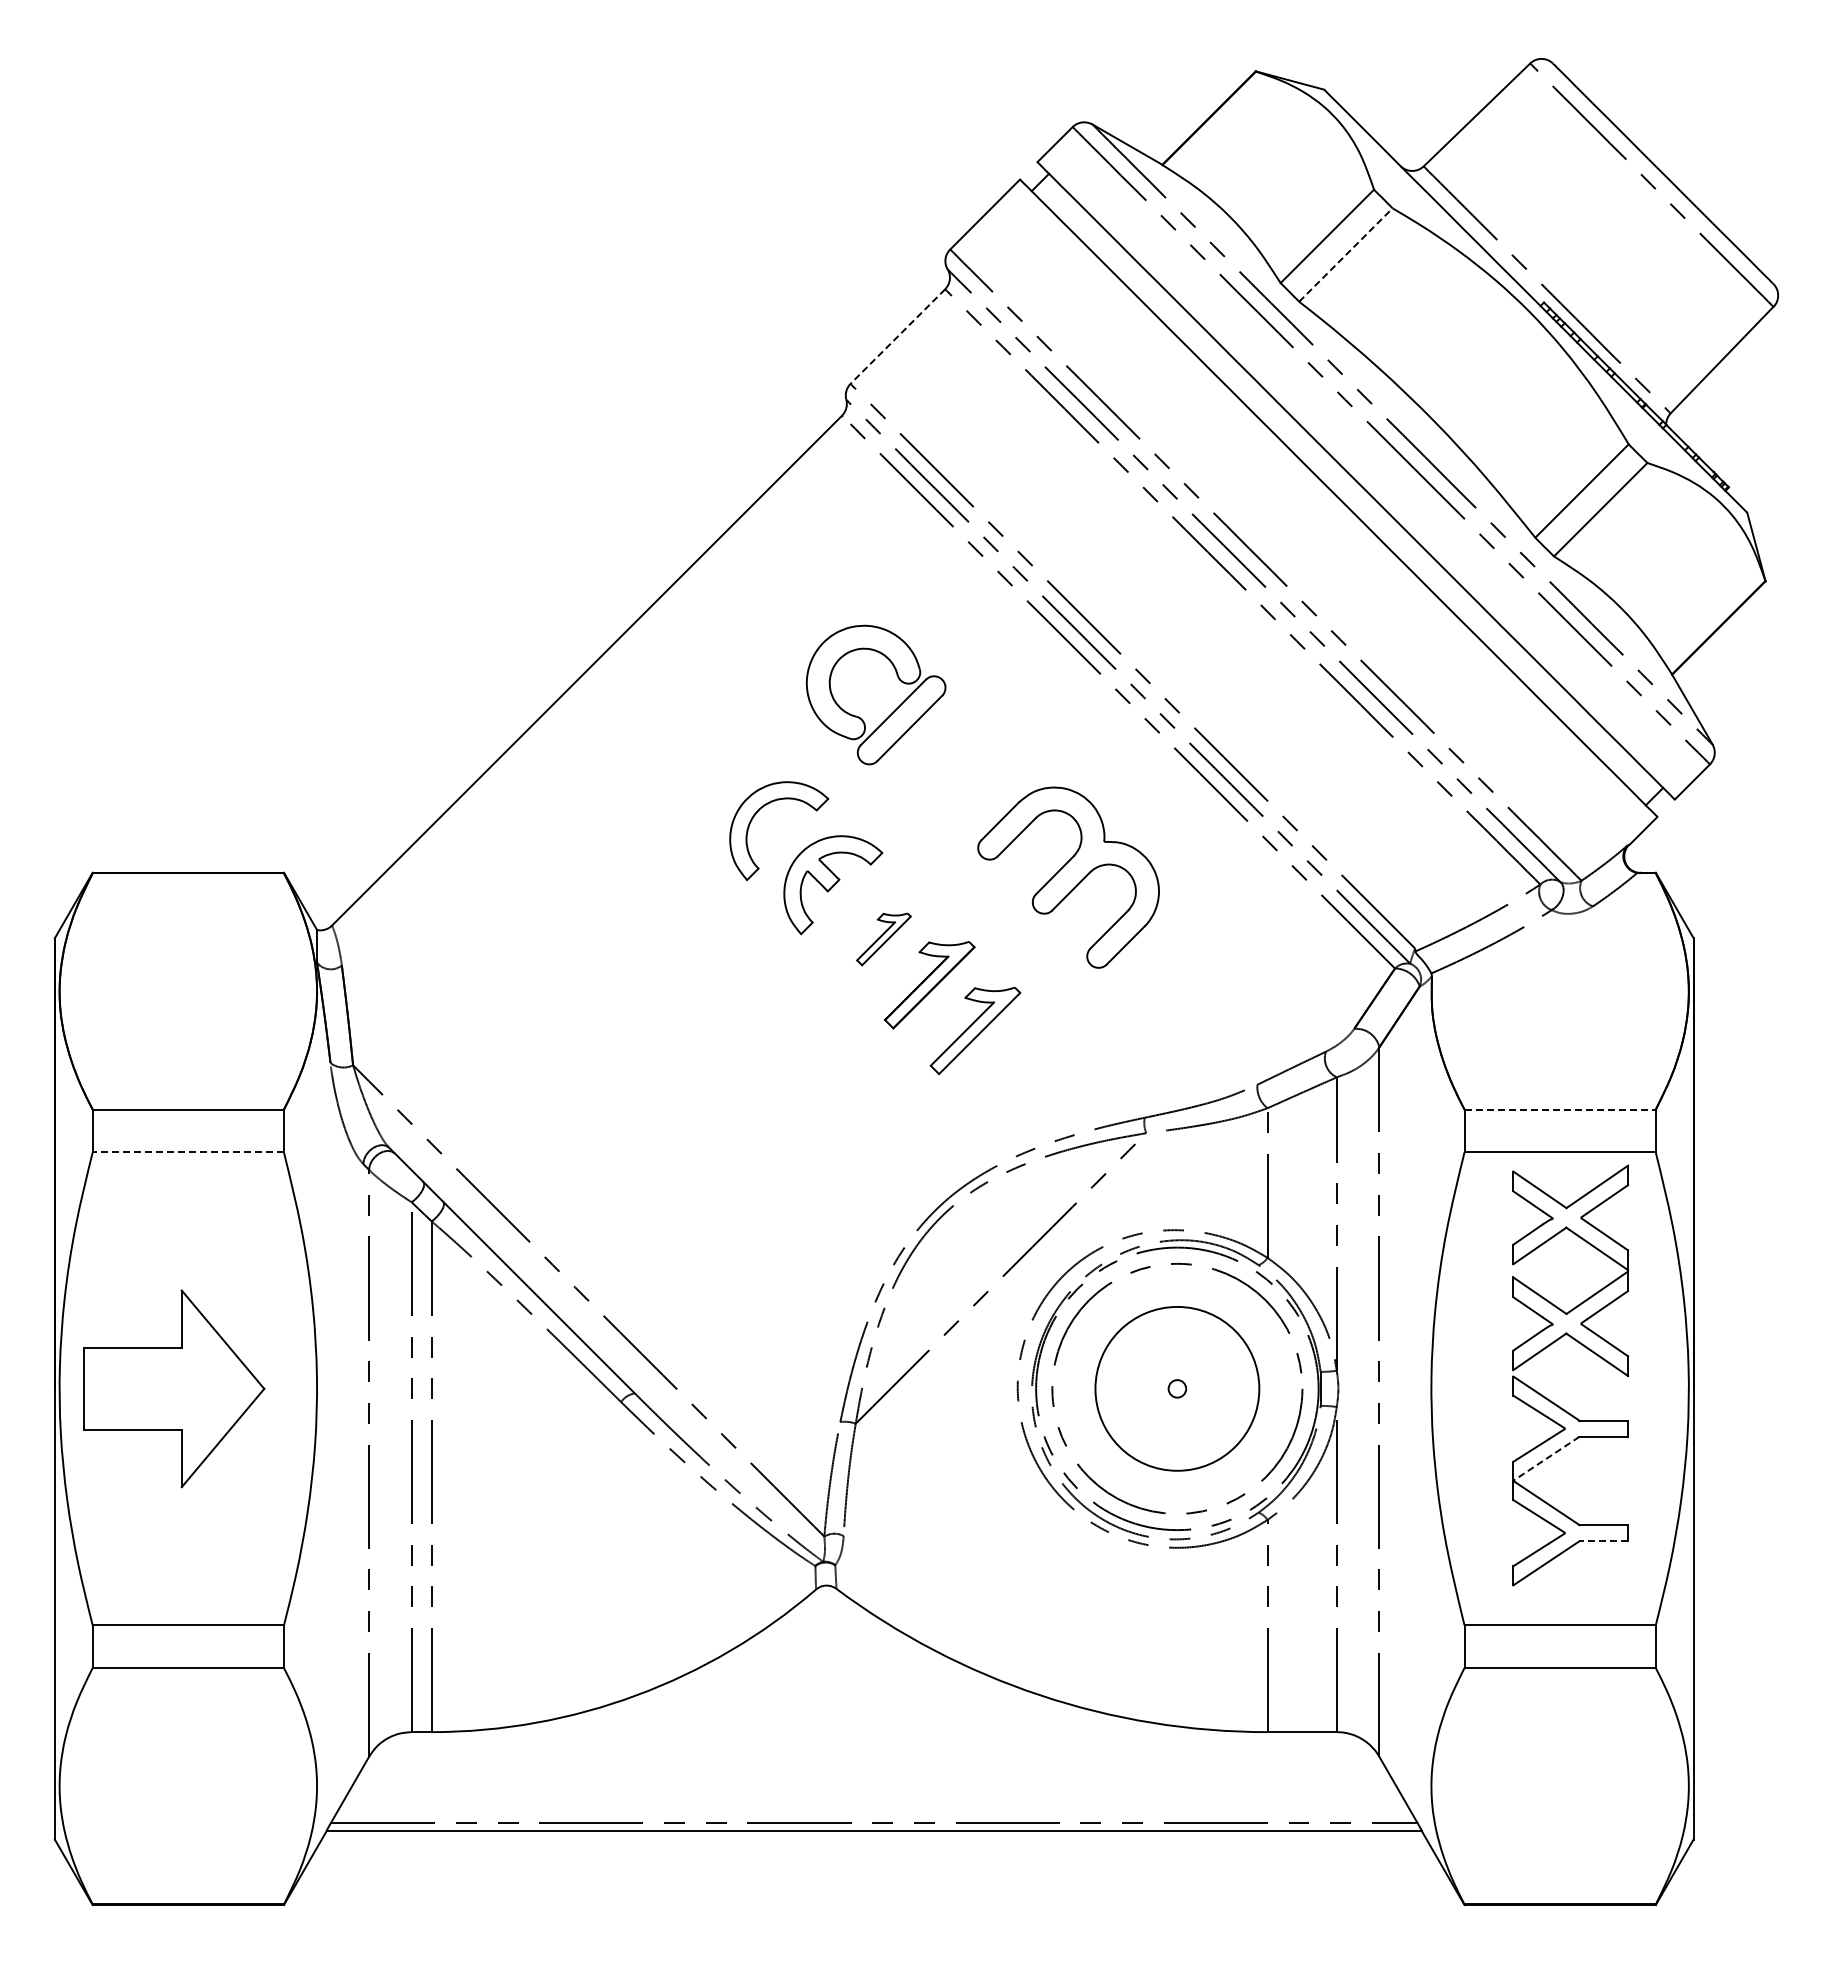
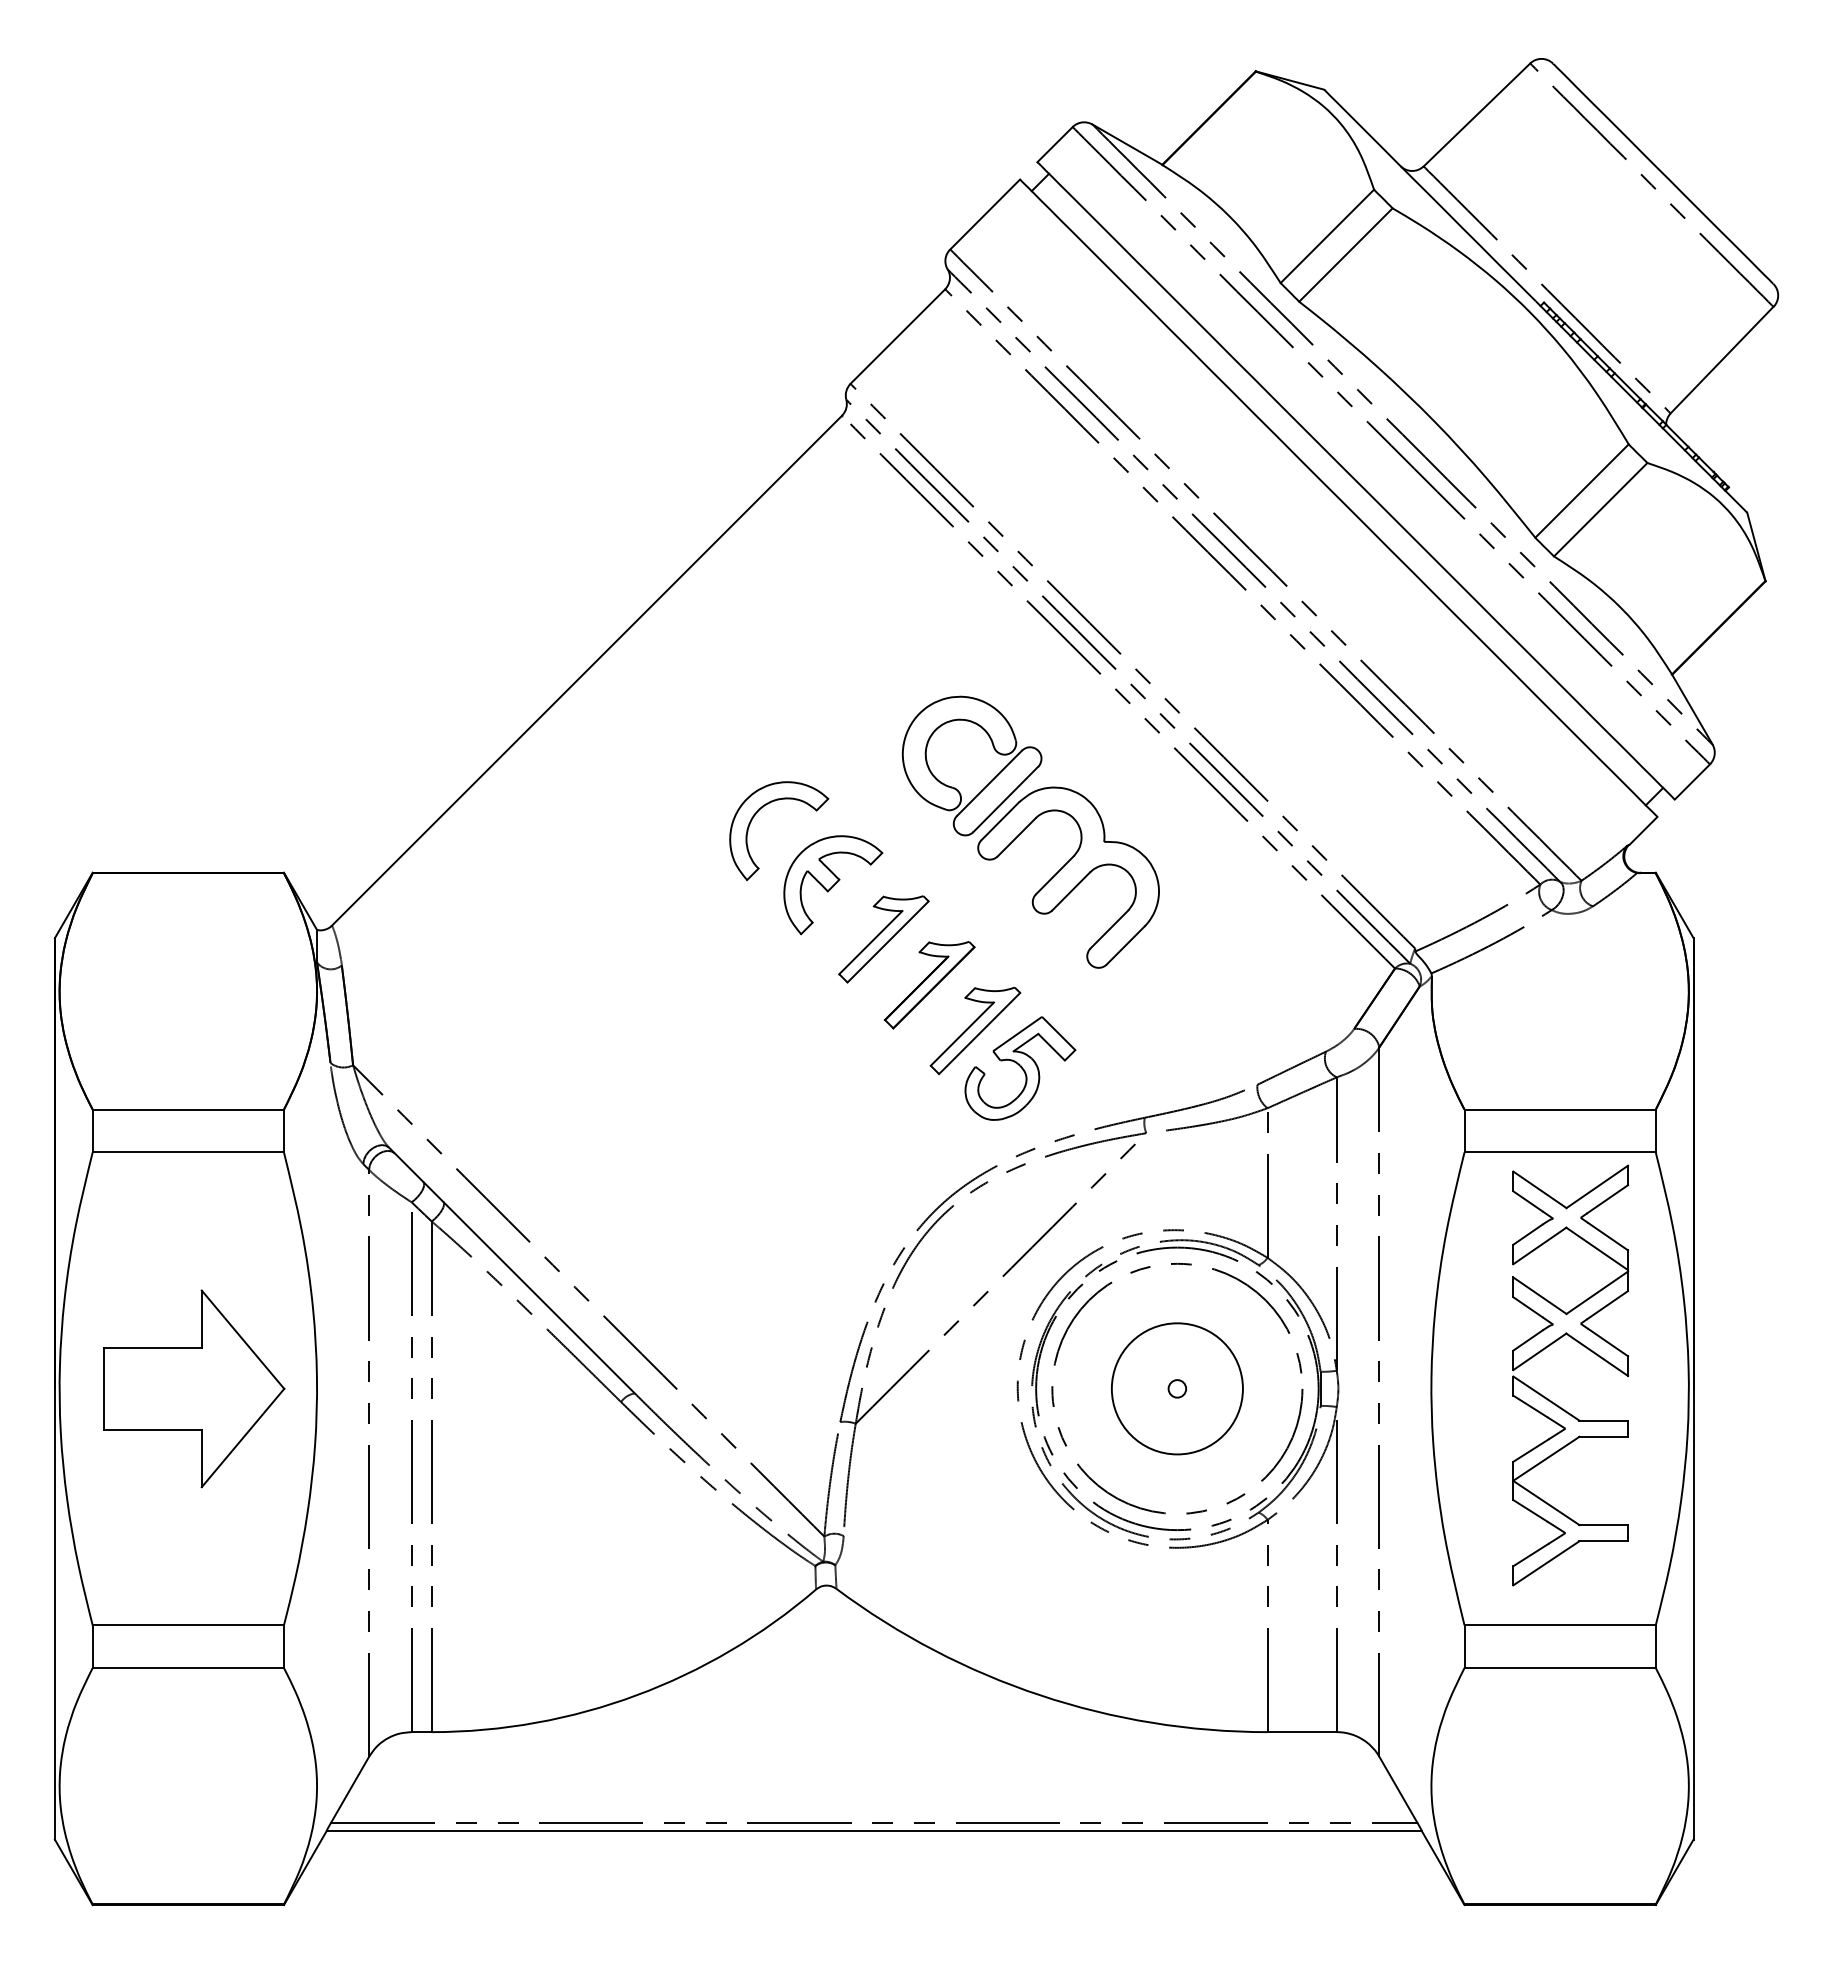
line at (1346, 254): dashed -> solid
line at (897, 336): dashed -> solid
part at (892, 711) position: (892, 711) -> (988, 782)
part at (883, 939) size: 56x55 px -> 92x89 px
part at (1020, 1068): none -> present
line at (1560, 1109): dashed -> solid
line at (188, 1152): dashed -> solid
part at (174, 1388) position: (174, 1388) -> (194, 1388)
circle at (1177, 1388) diameter: 164 px -> 131 px
line at (1546, 1458): dashed -> solid
line at (1603, 1541): dashed -> solid
